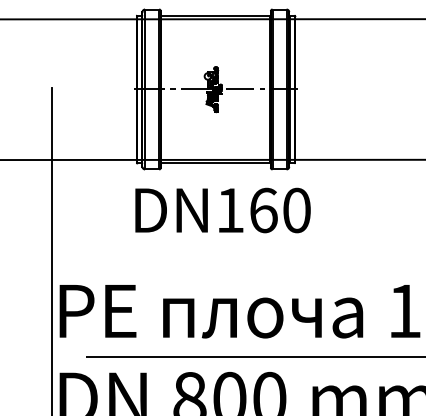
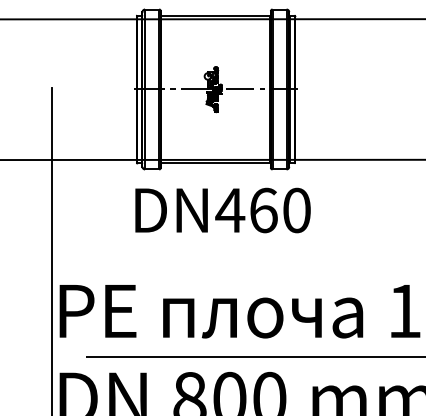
text at (230, 210): DN160 -> DN460
